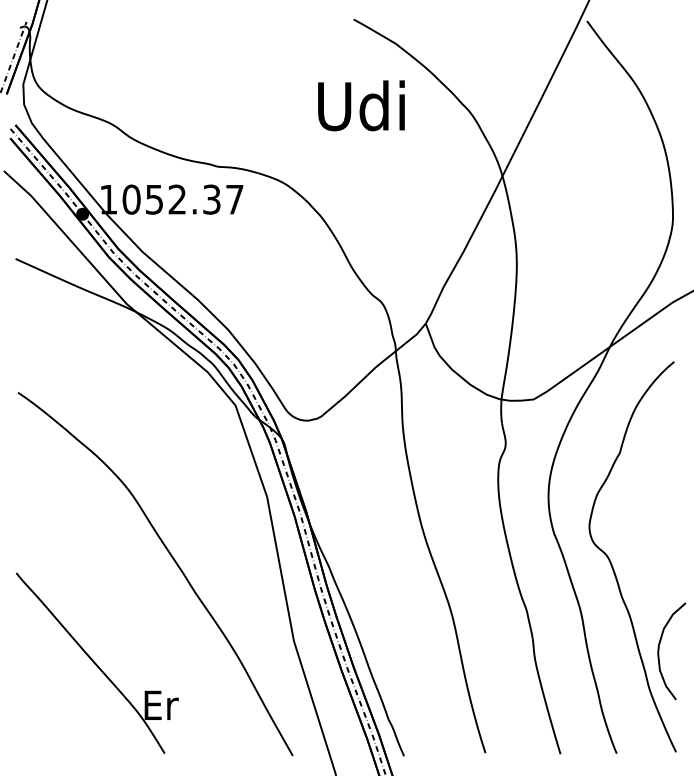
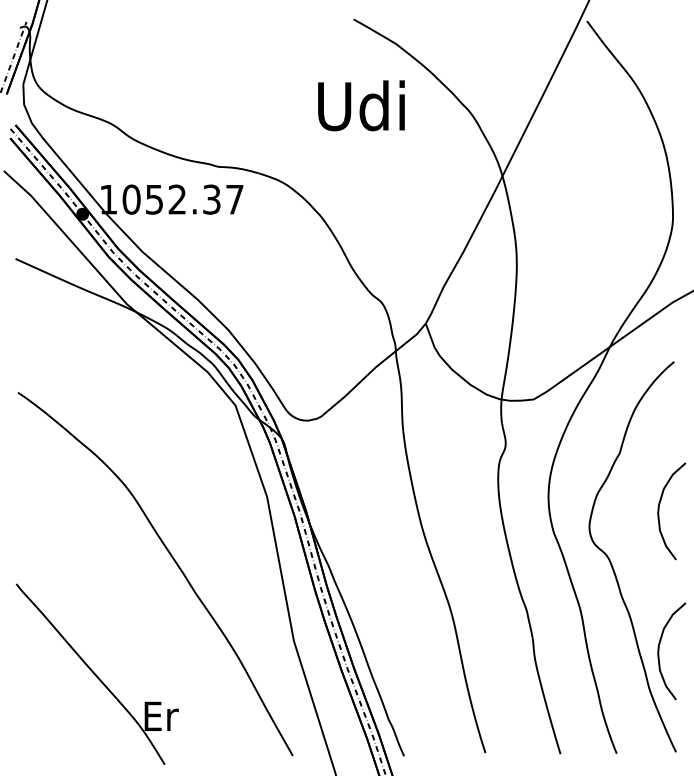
curve at (659, 511): none -> present
part at (96, 662) position: (96, 662) -> (96, 673)
